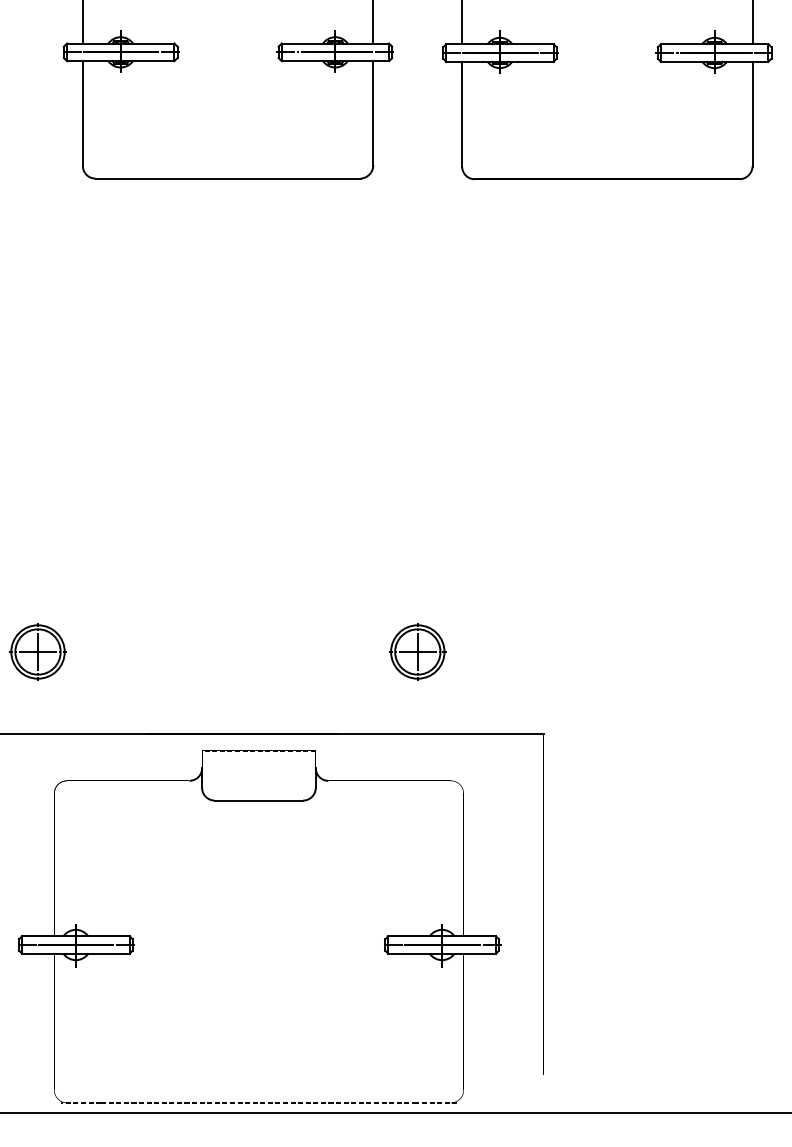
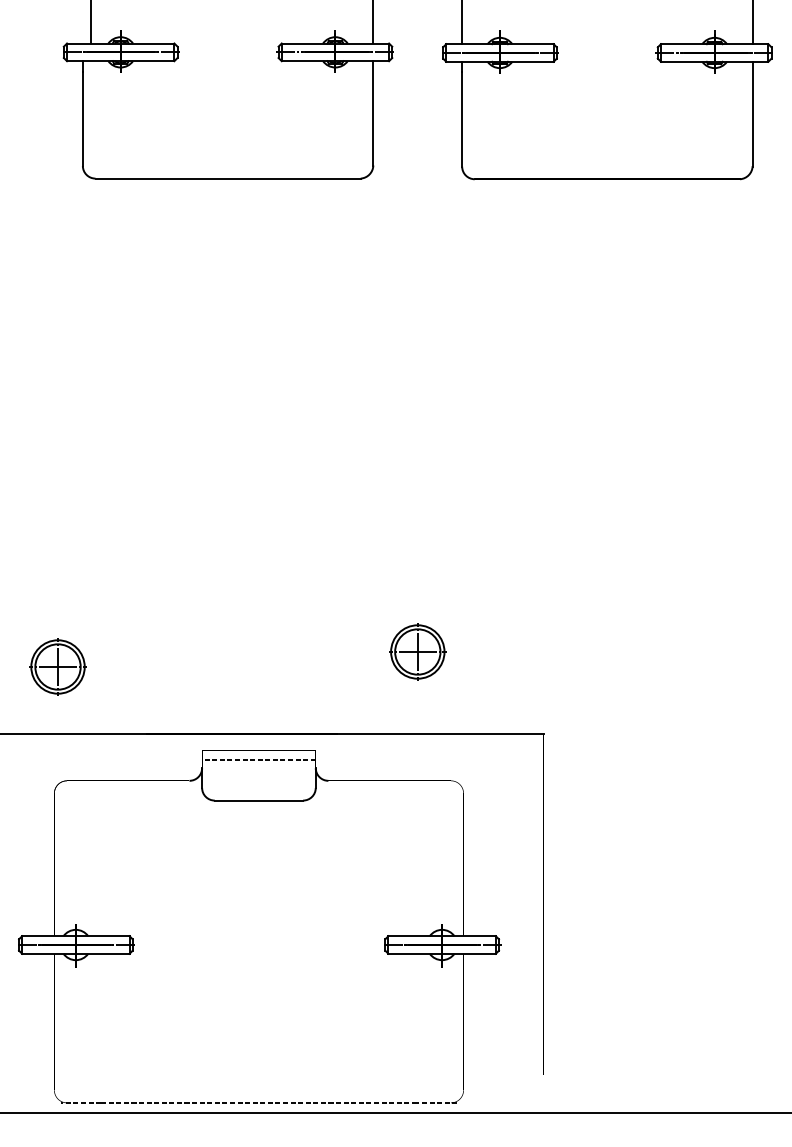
line at (82, 22) position: (82, 22) -> (90, 22)
part at (37, 651) position: (37, 651) -> (57, 666)
line at (258, 750) position: (258, 750) -> (258, 759)
